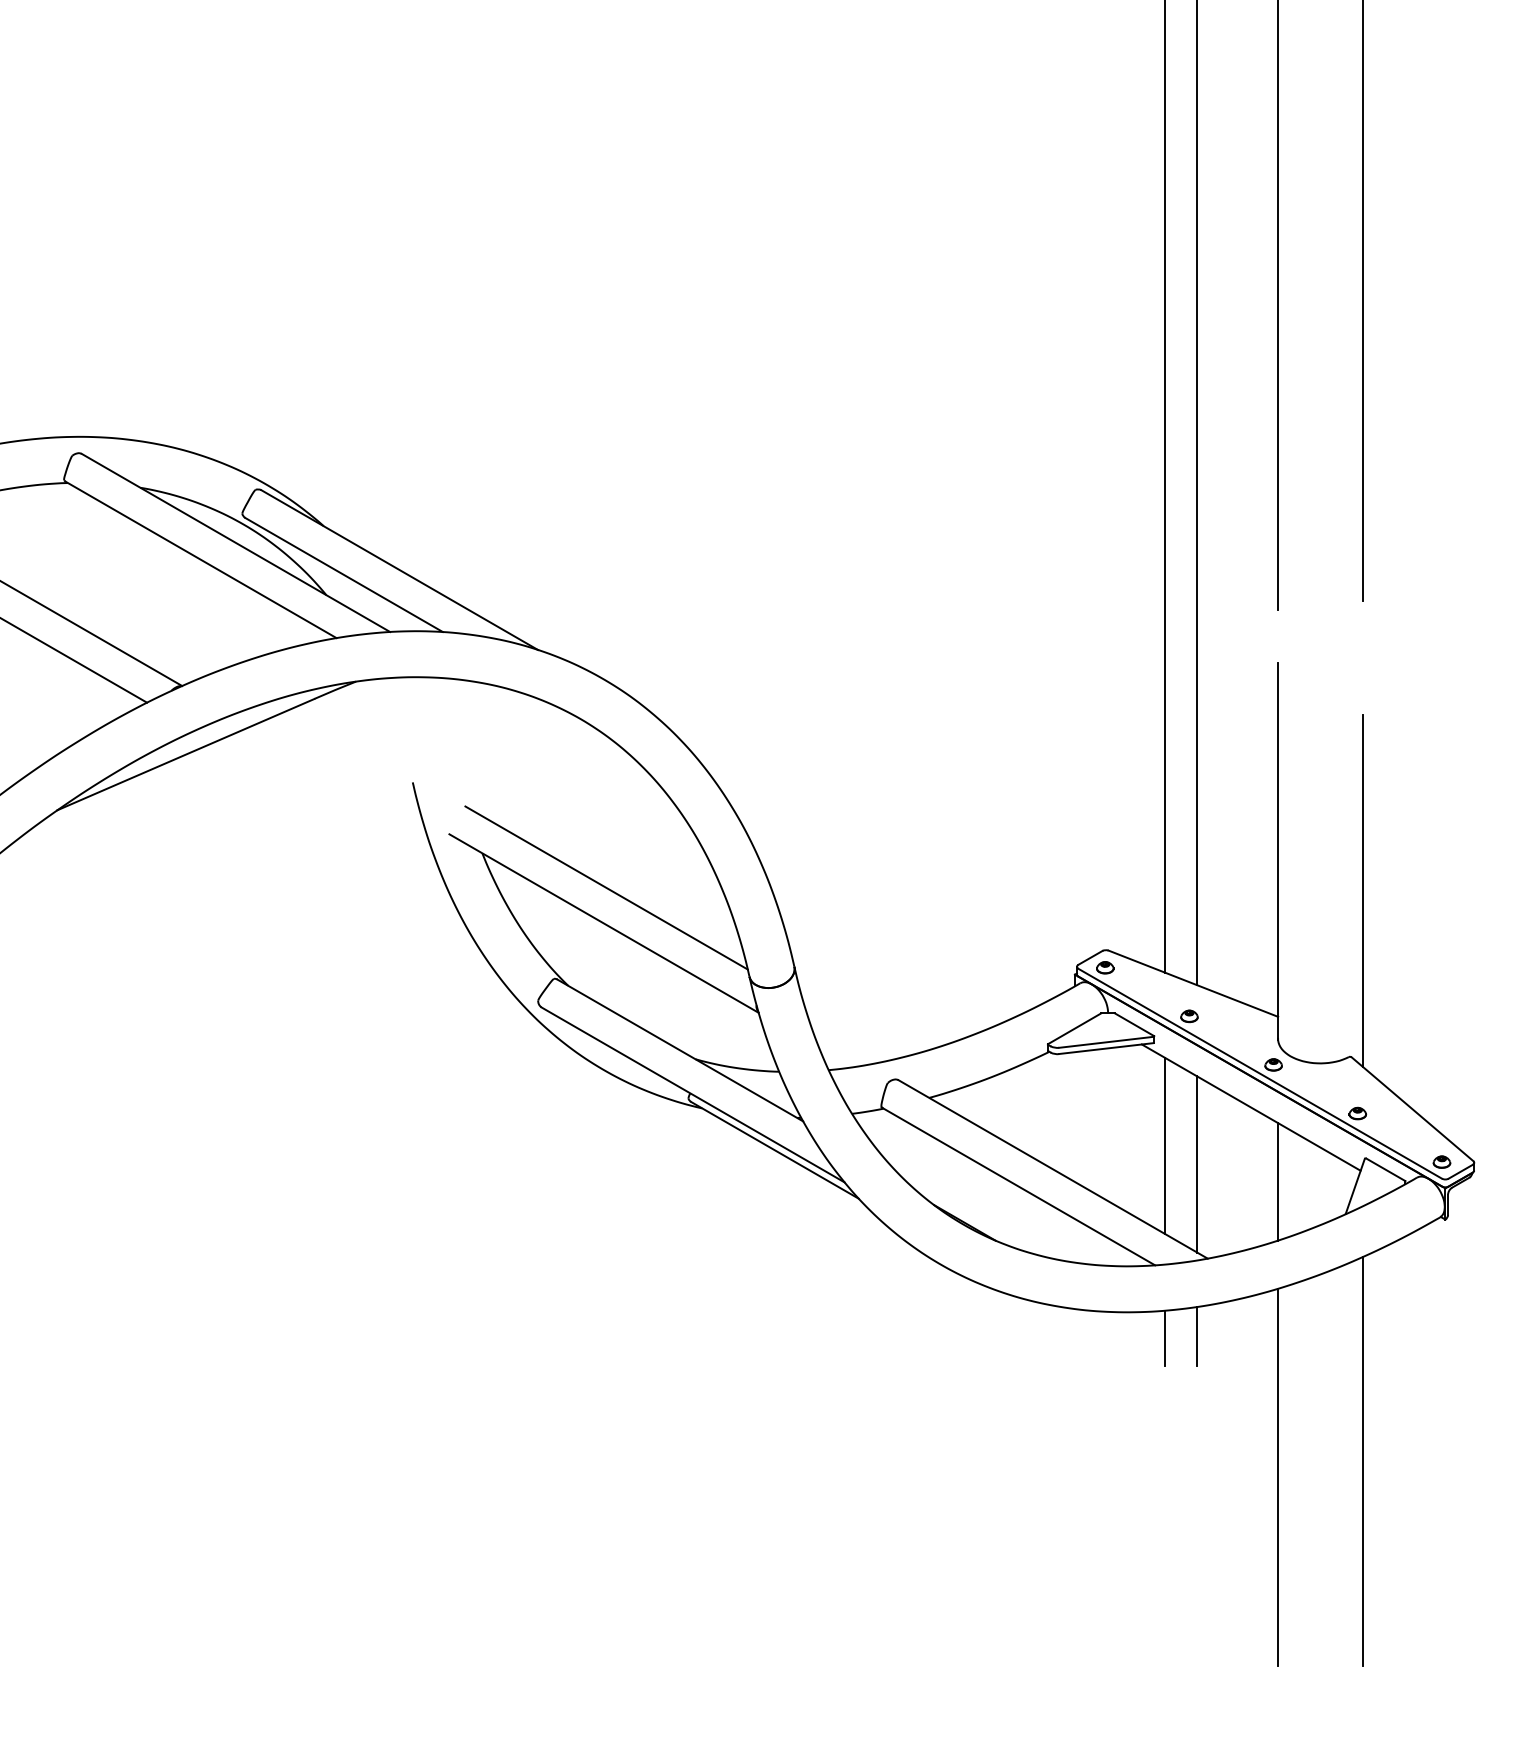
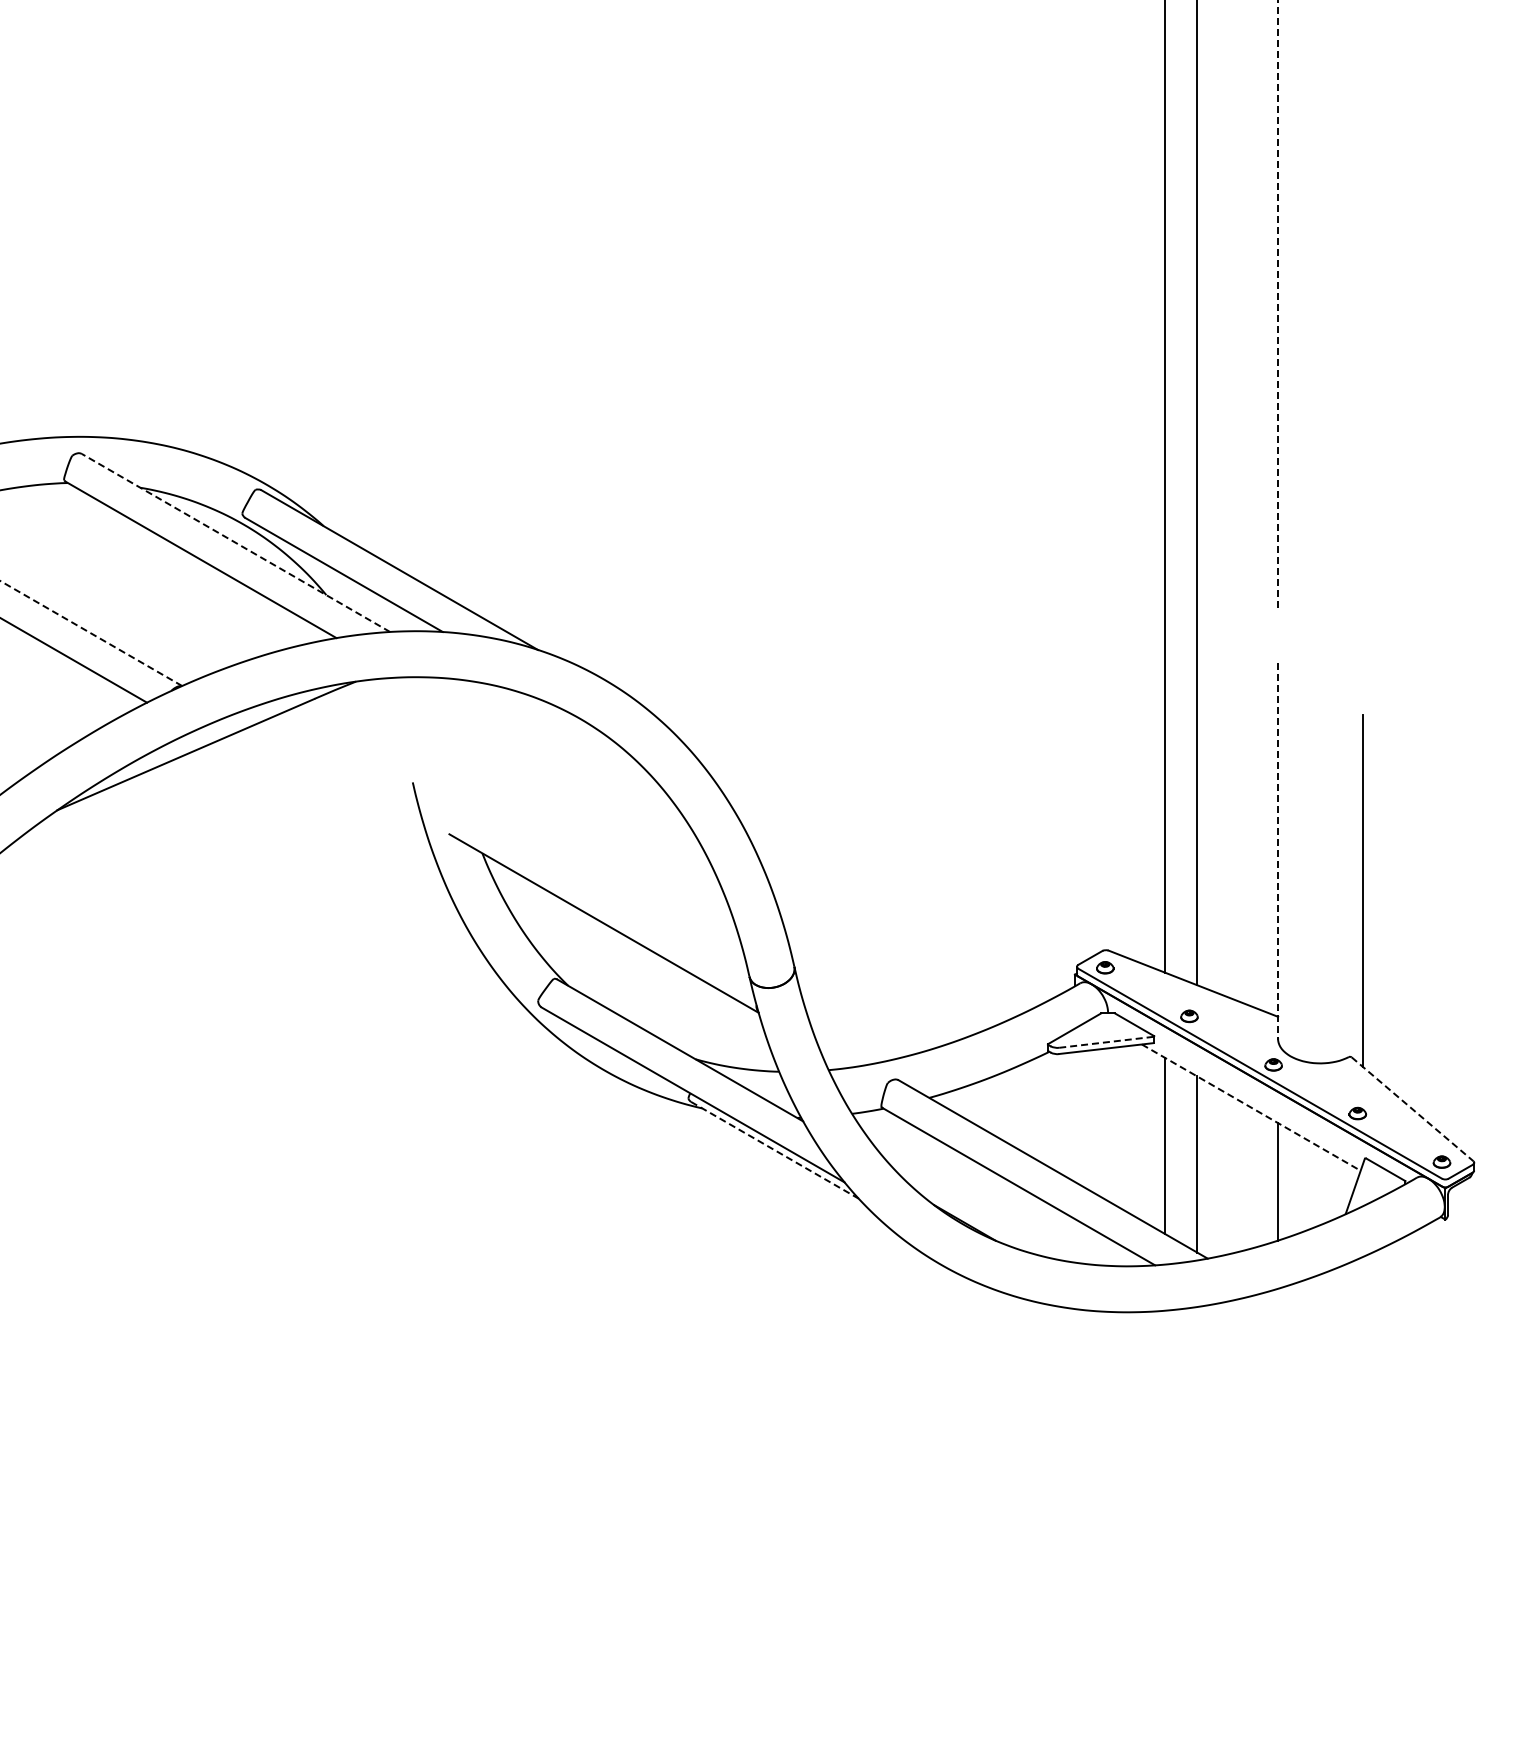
line at (1362, 301): present -> none
line at (1278, 304): solid -> dashed
line at (235, 542): solid -> dashed
line at (91, 633): solid -> dashed
line at (1278, 852): solid -> dashed
line at (606, 887): present -> none
line at (1106, 1042): solid -> dashed
line at (1251, 1107): solid -> dashed
line at (1412, 1109): solid -> dashed
line at (774, 1150): solid -> dashed
line at (1197, 1336): present -> none
line at (1165, 1338): present -> none
line at (1362, 1461): present -> none
line at (1278, 1477): present -> none
